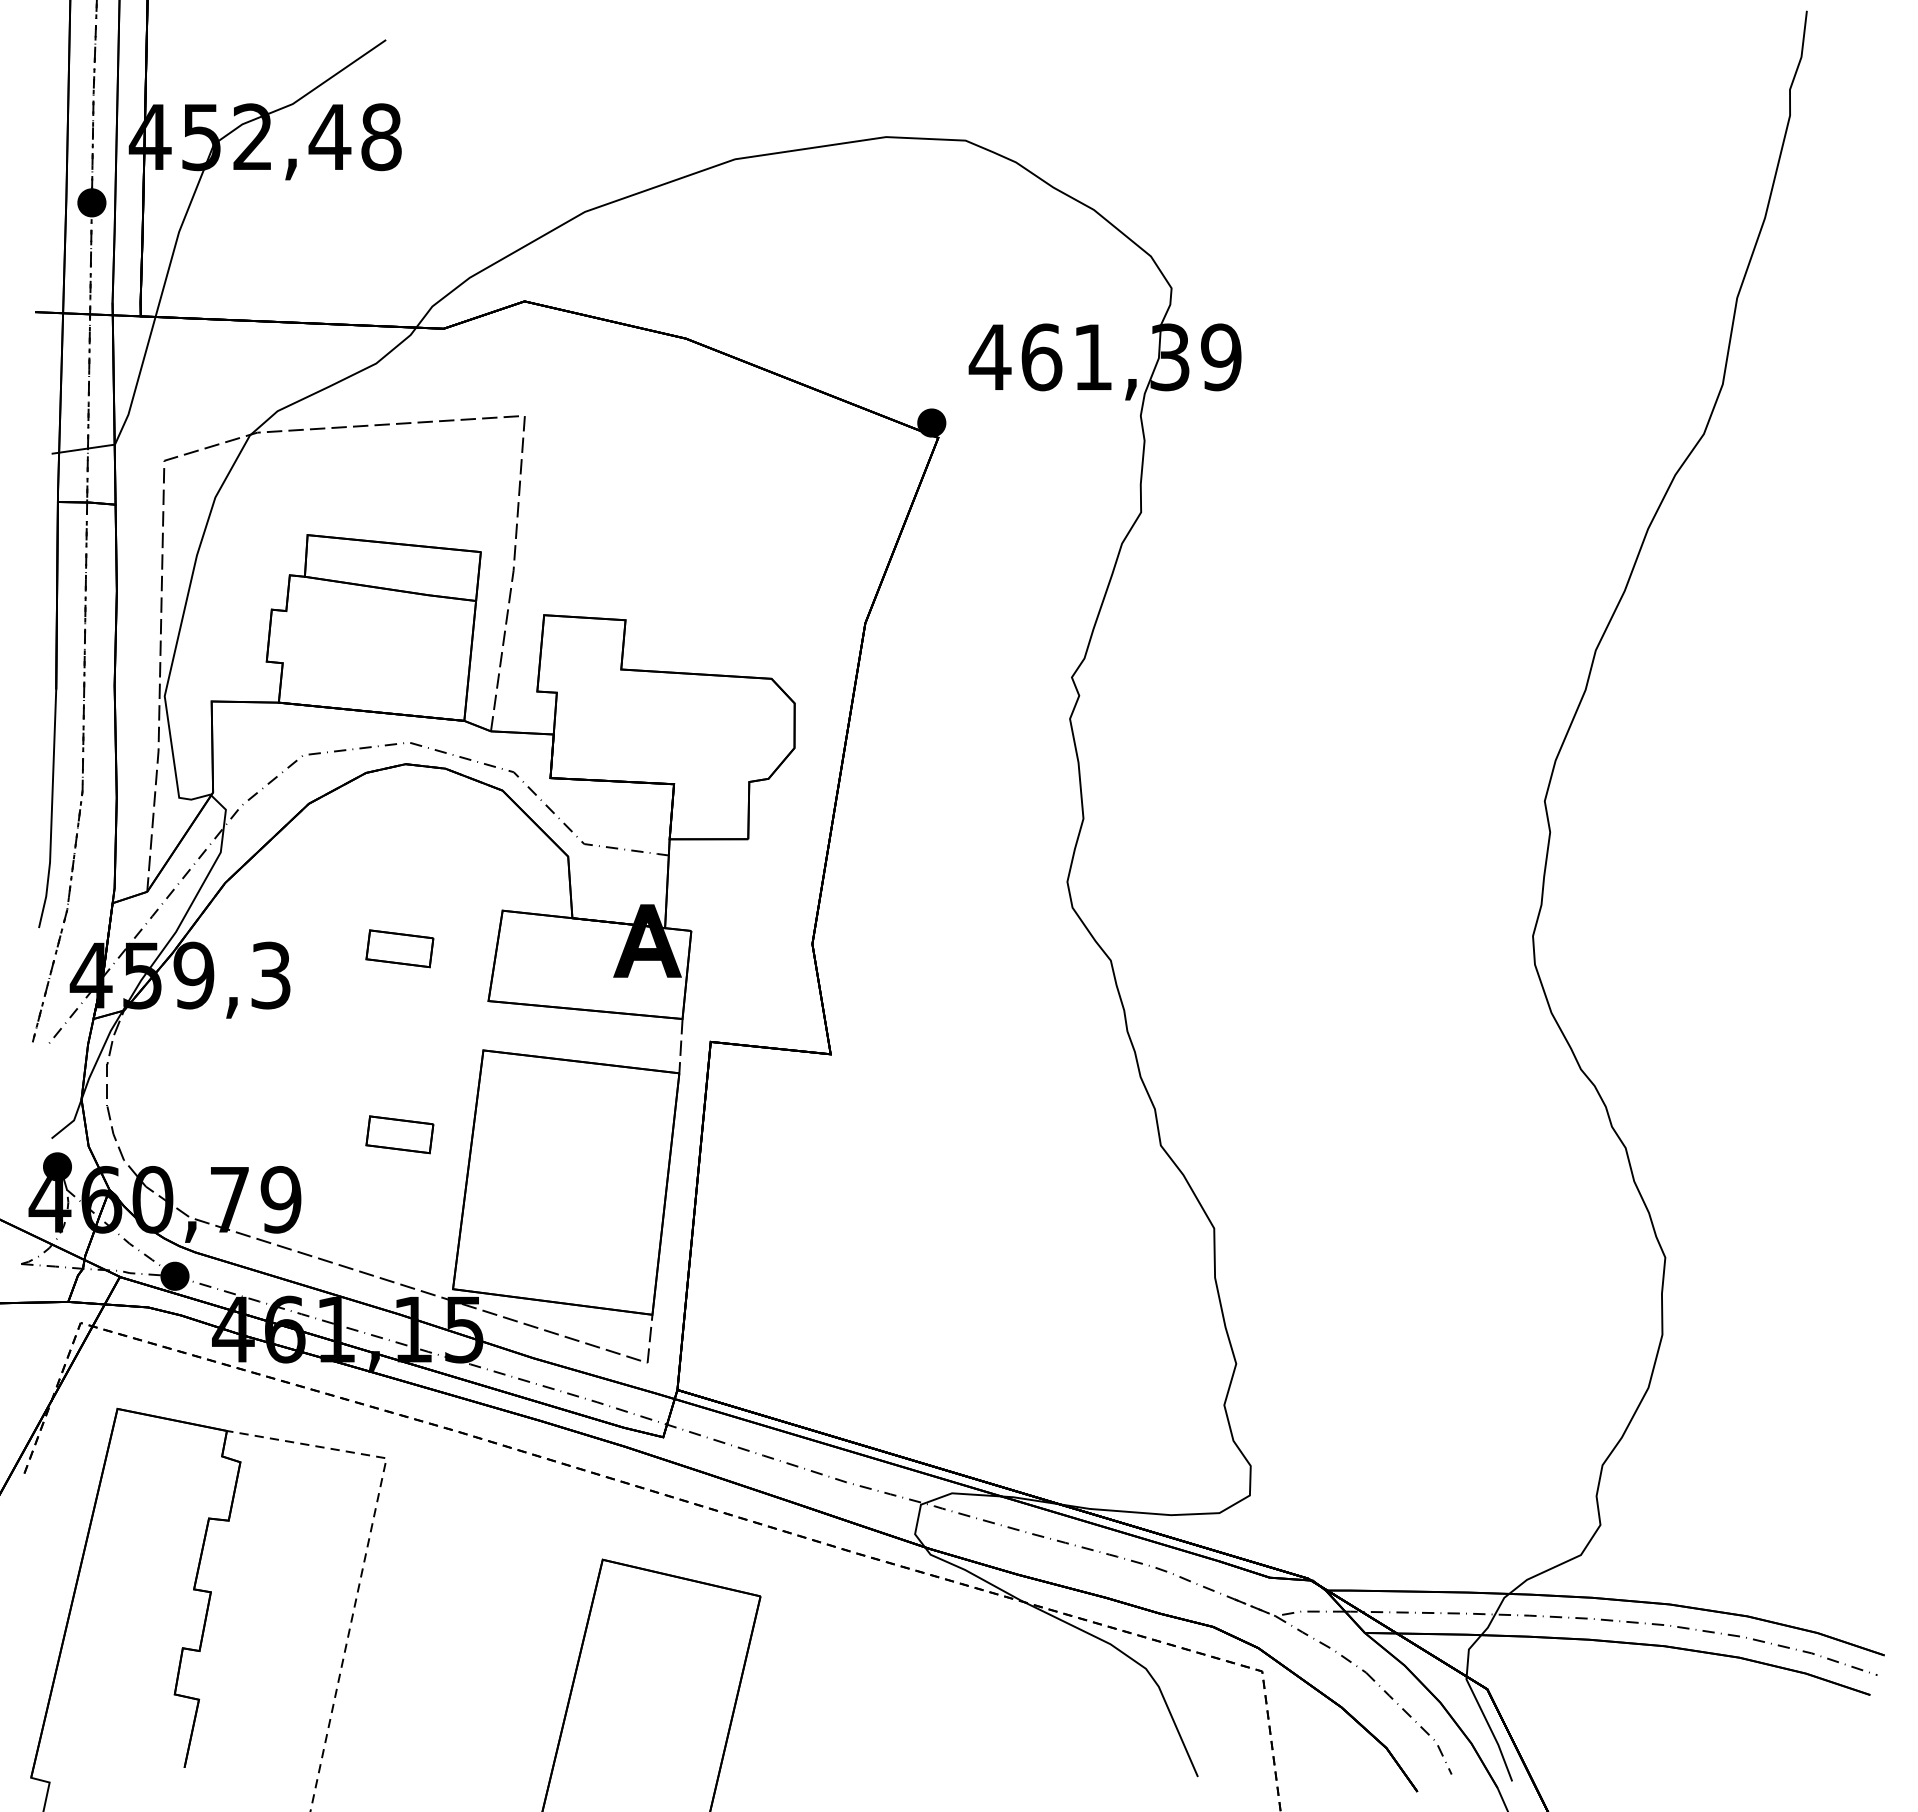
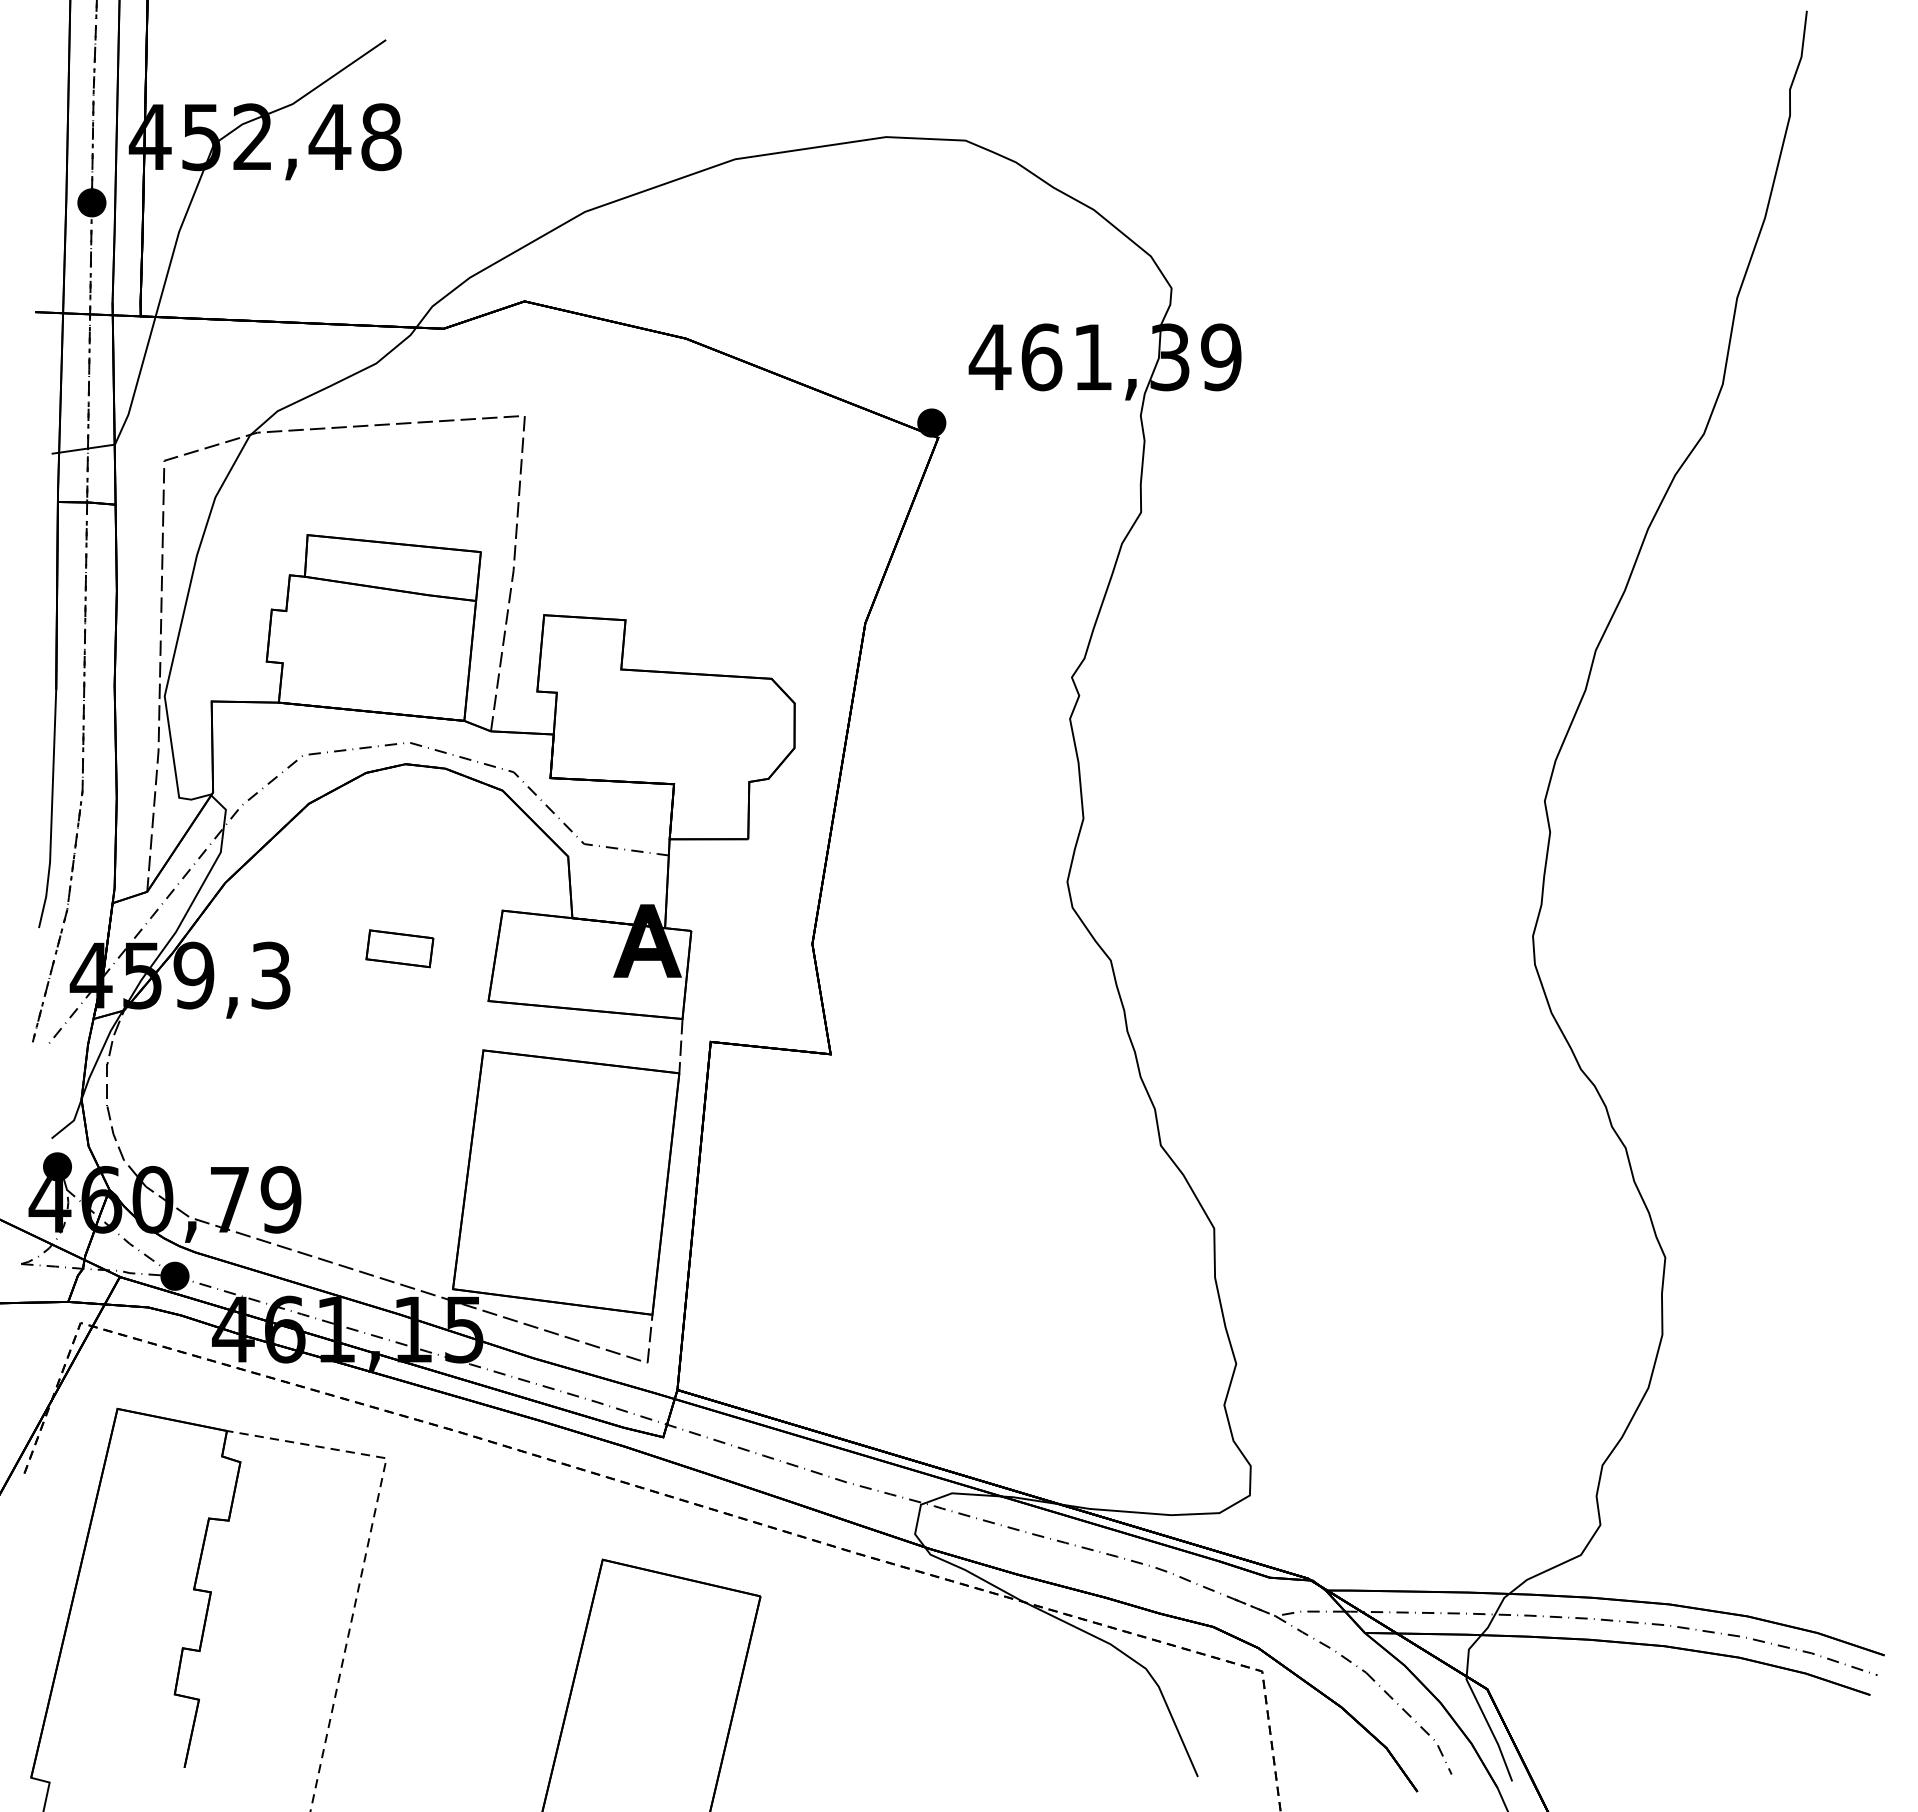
part at (399, 1134): present -> none
